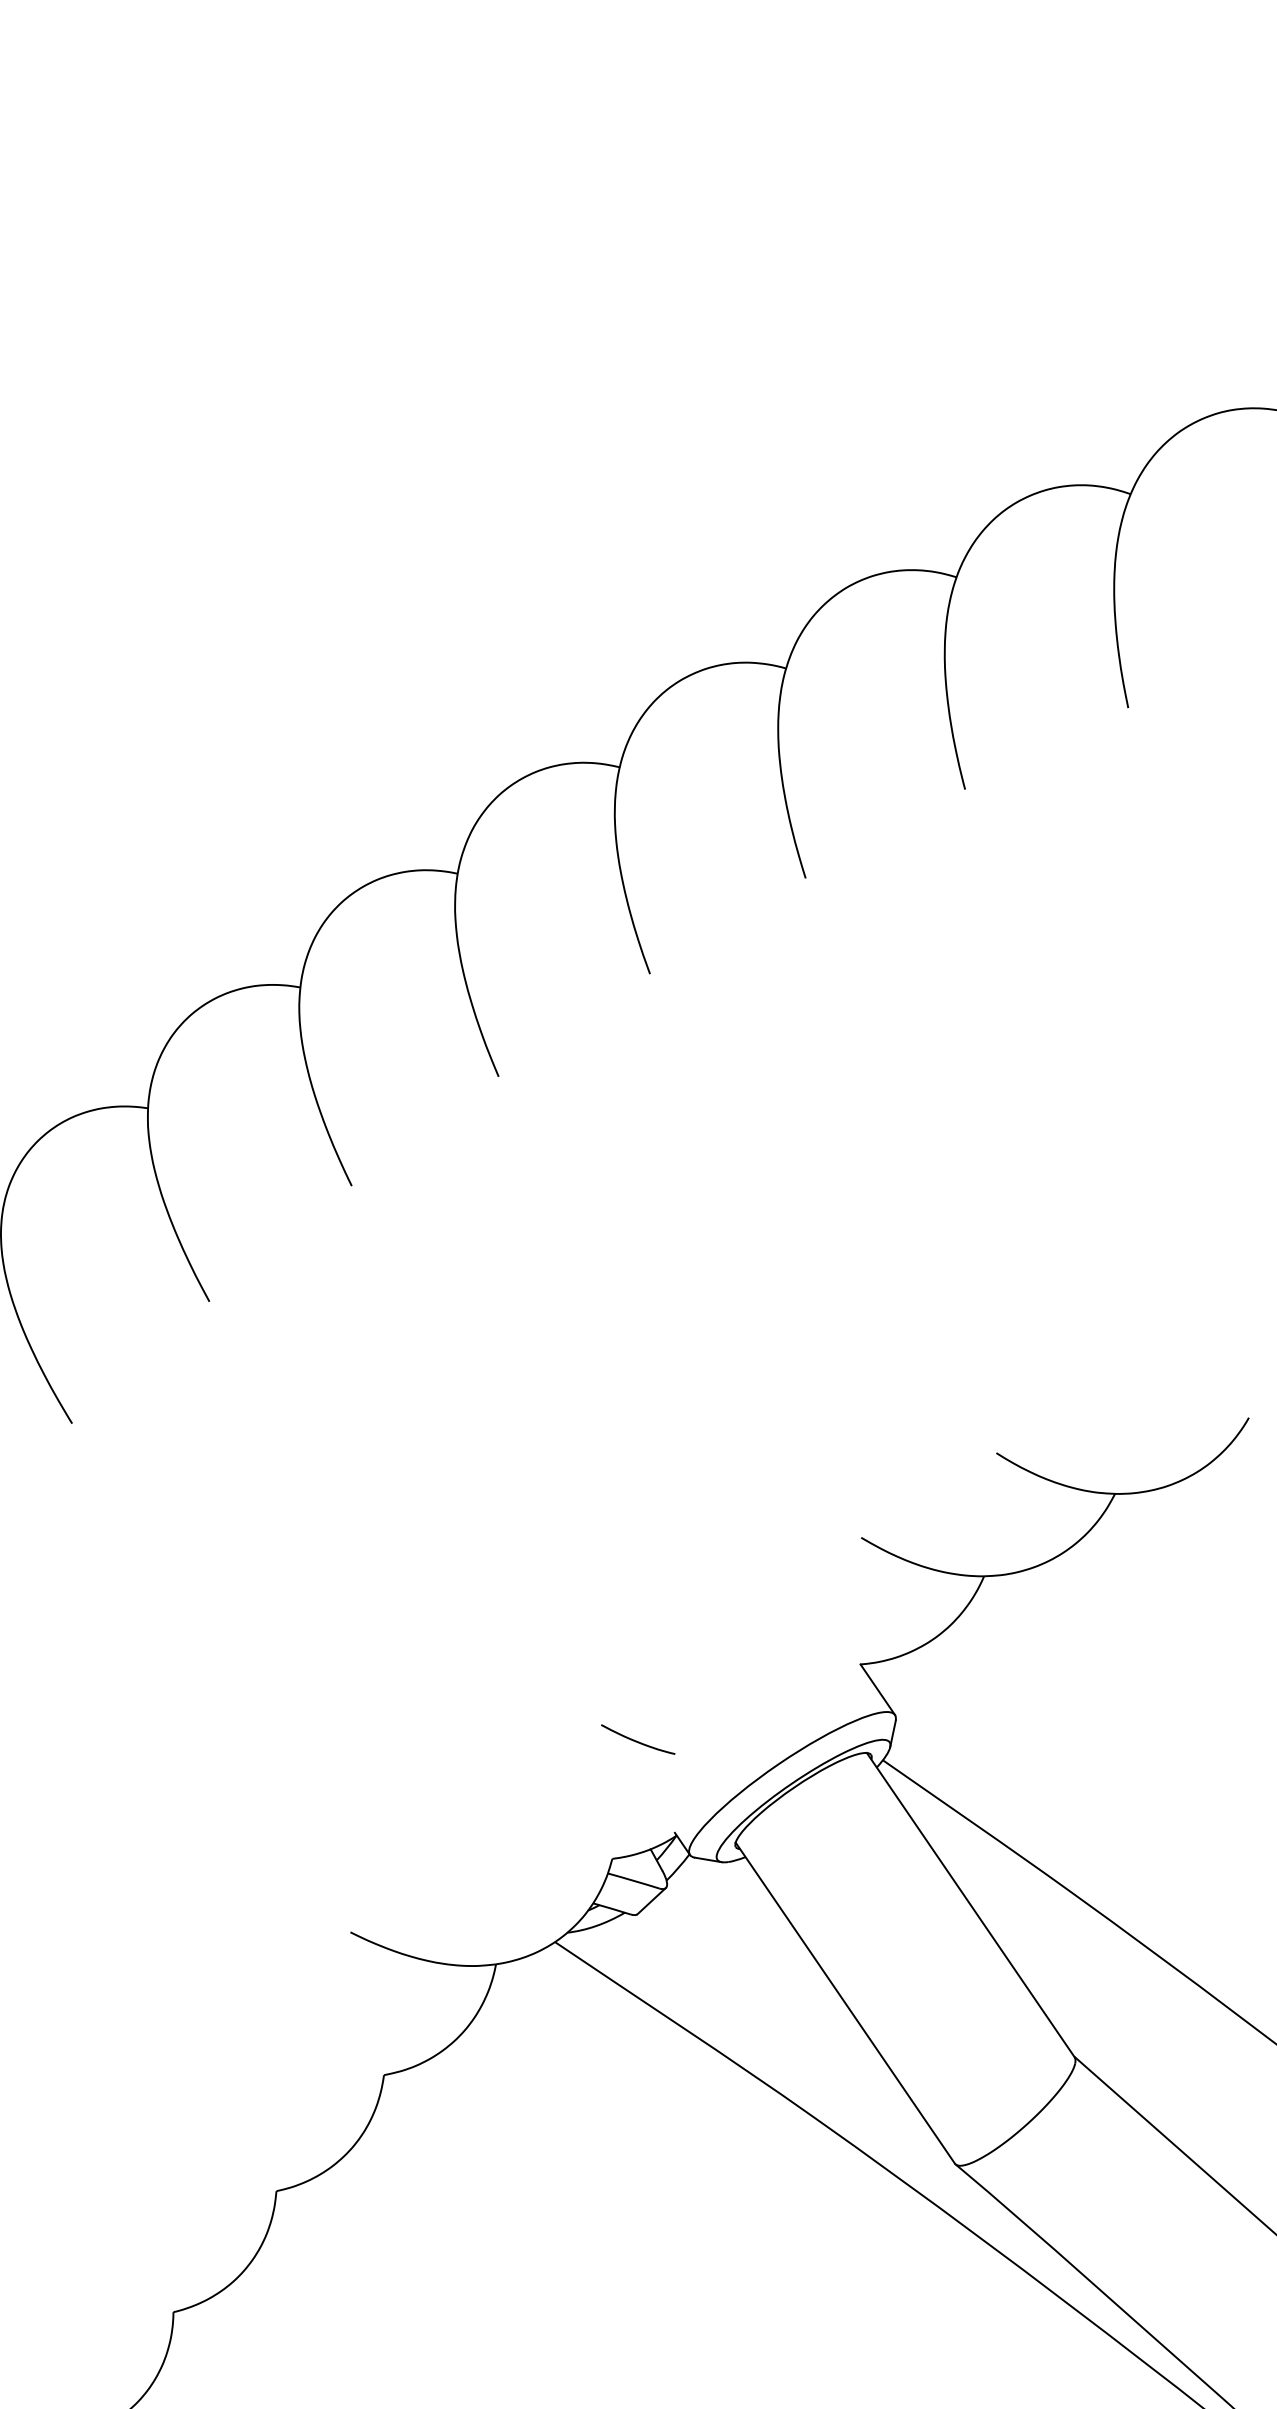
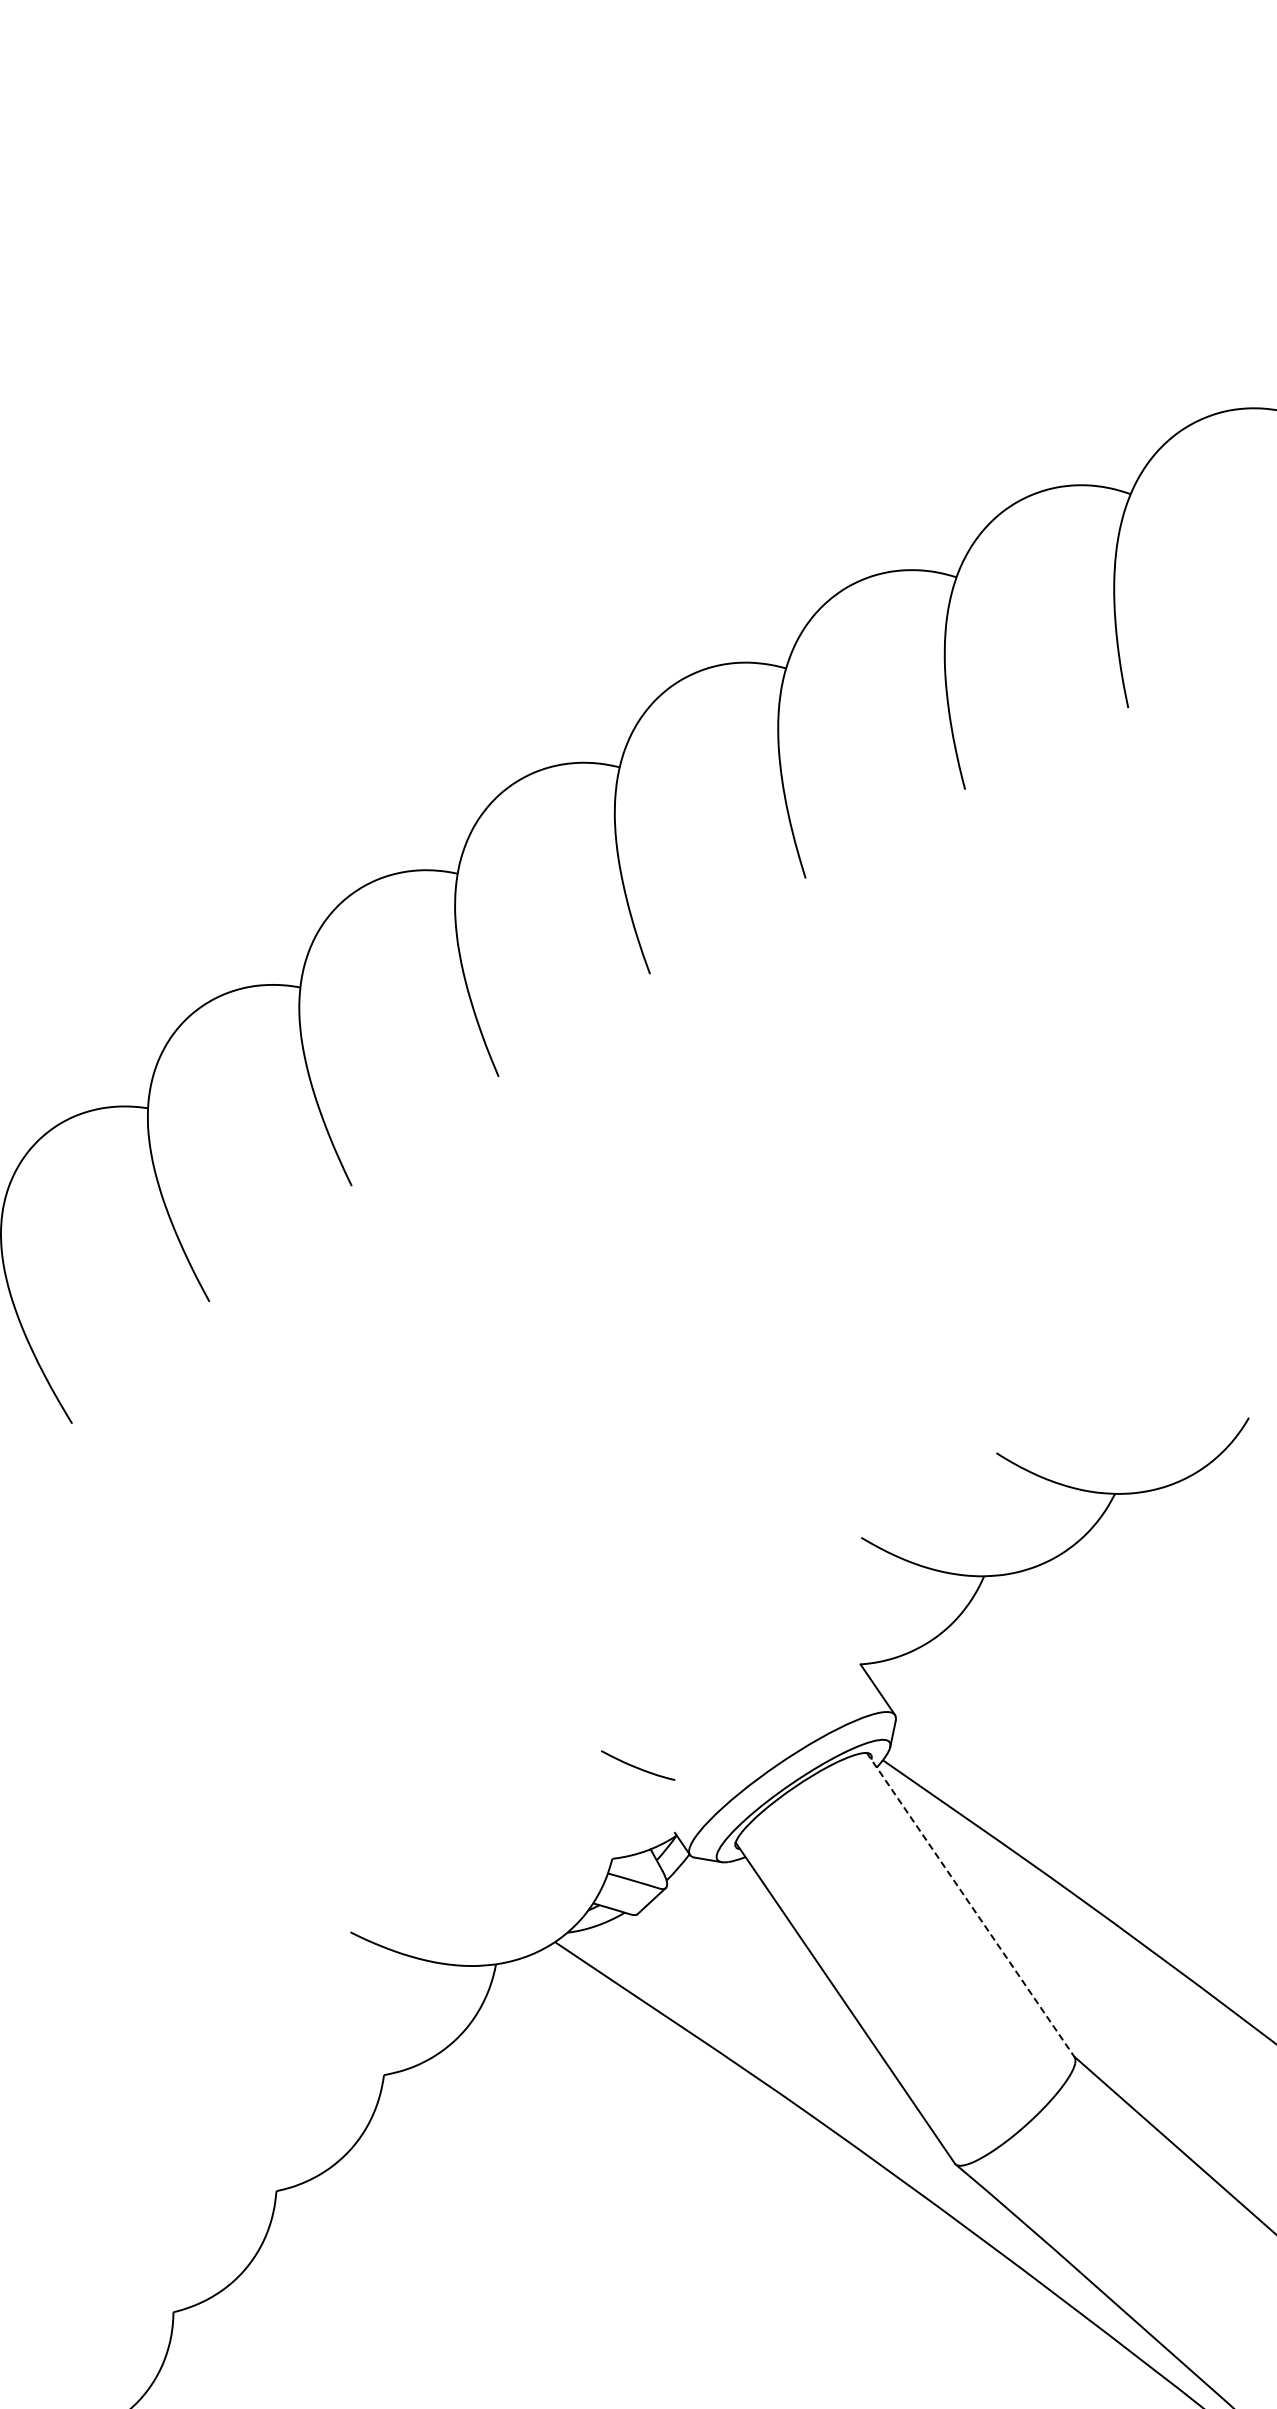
curve at (638, 1741) position: (638, 1741) -> (638, 1767)
line at (970, 1905): solid -> dashed
